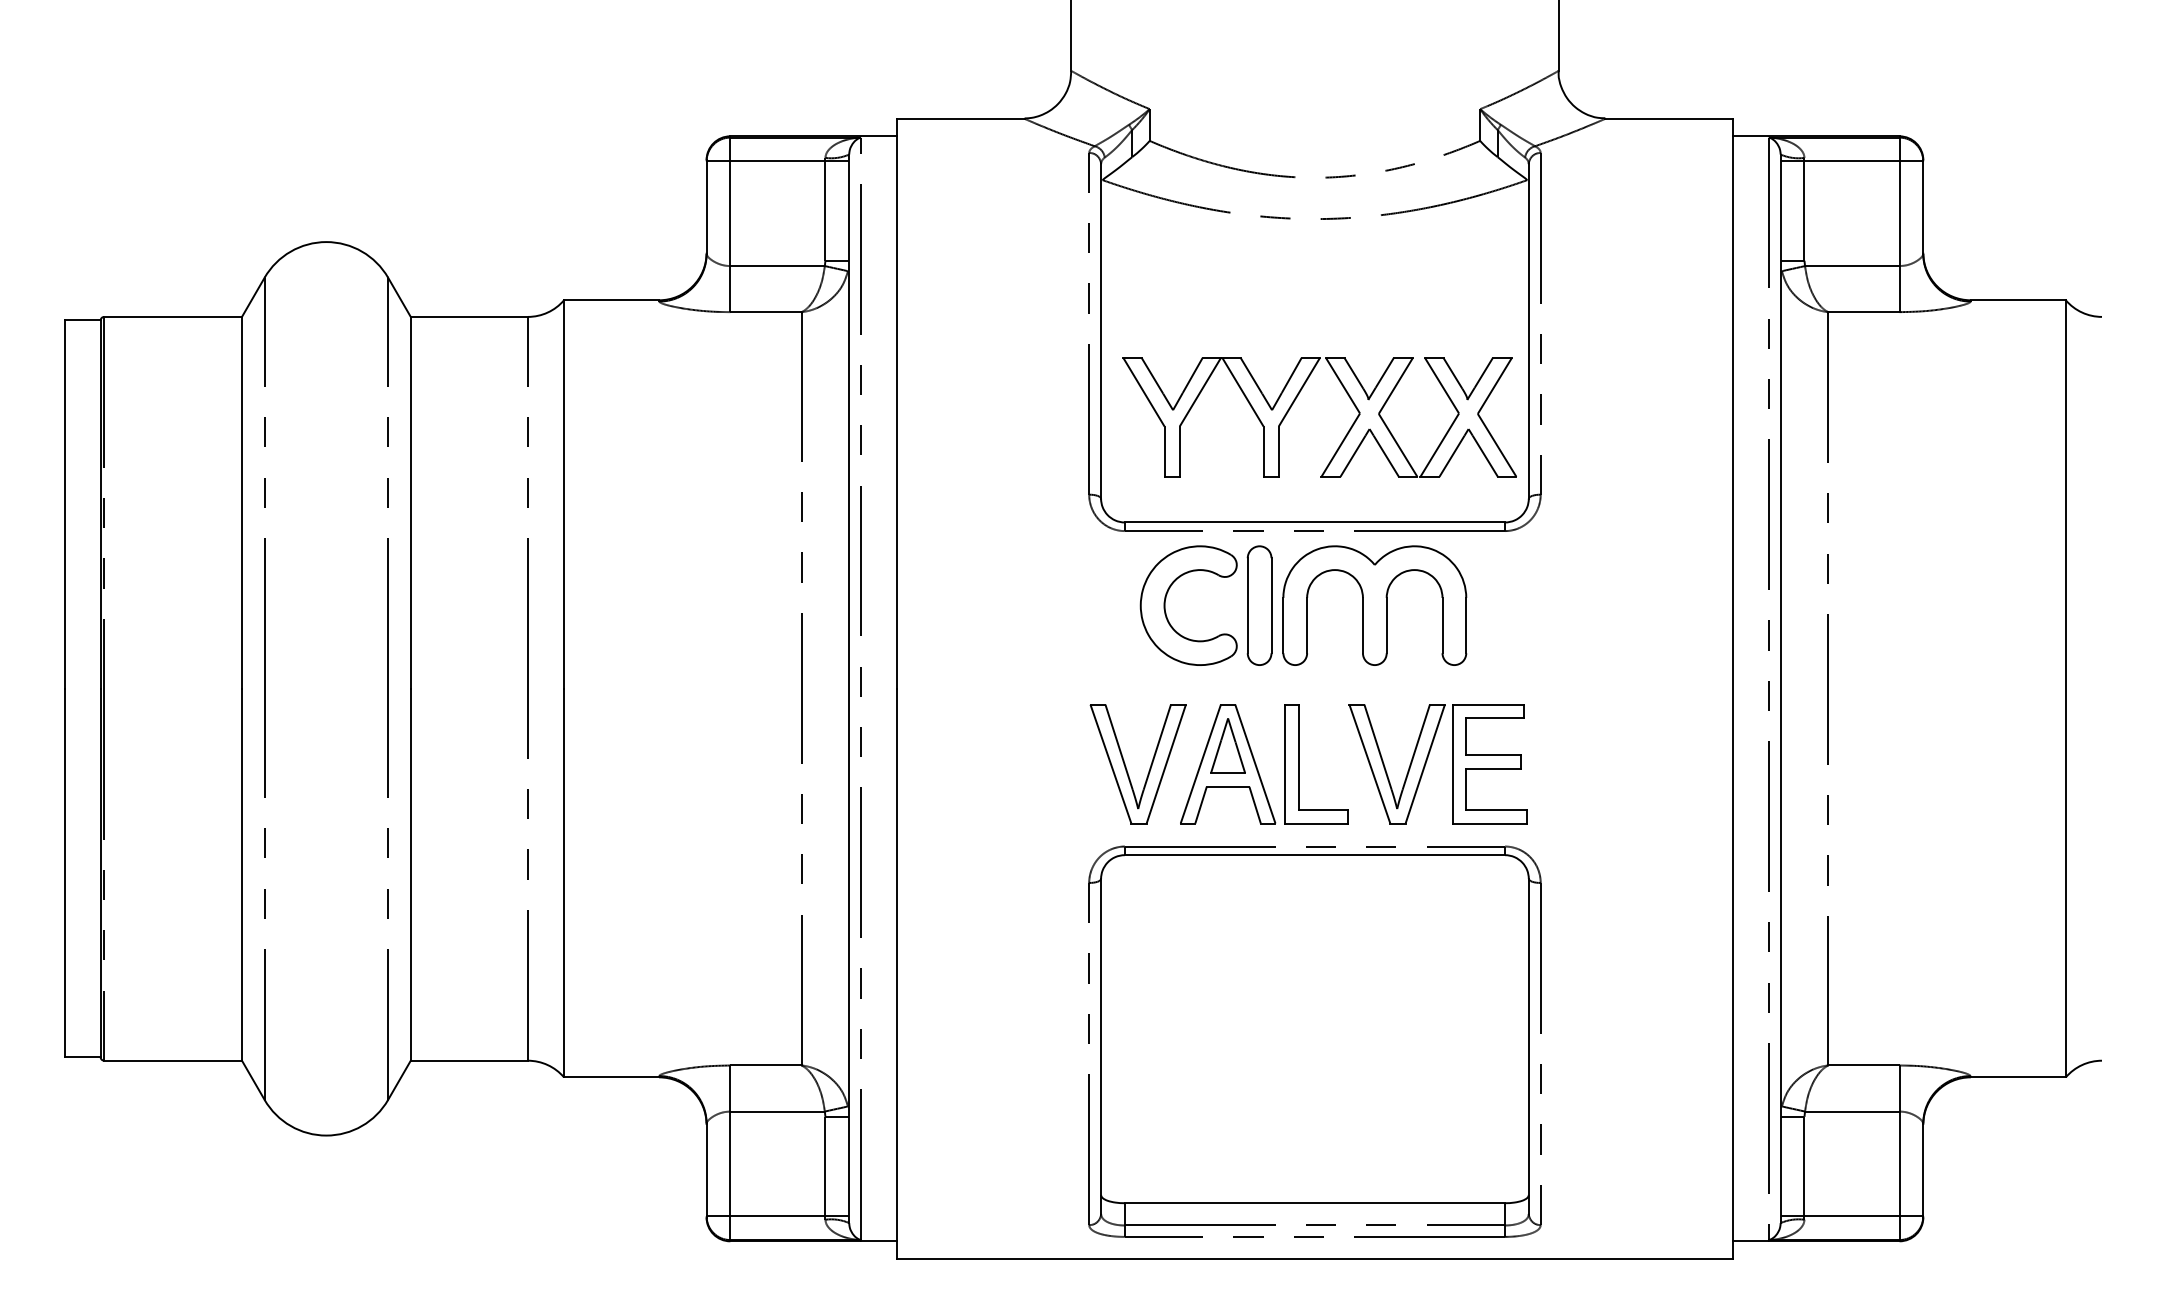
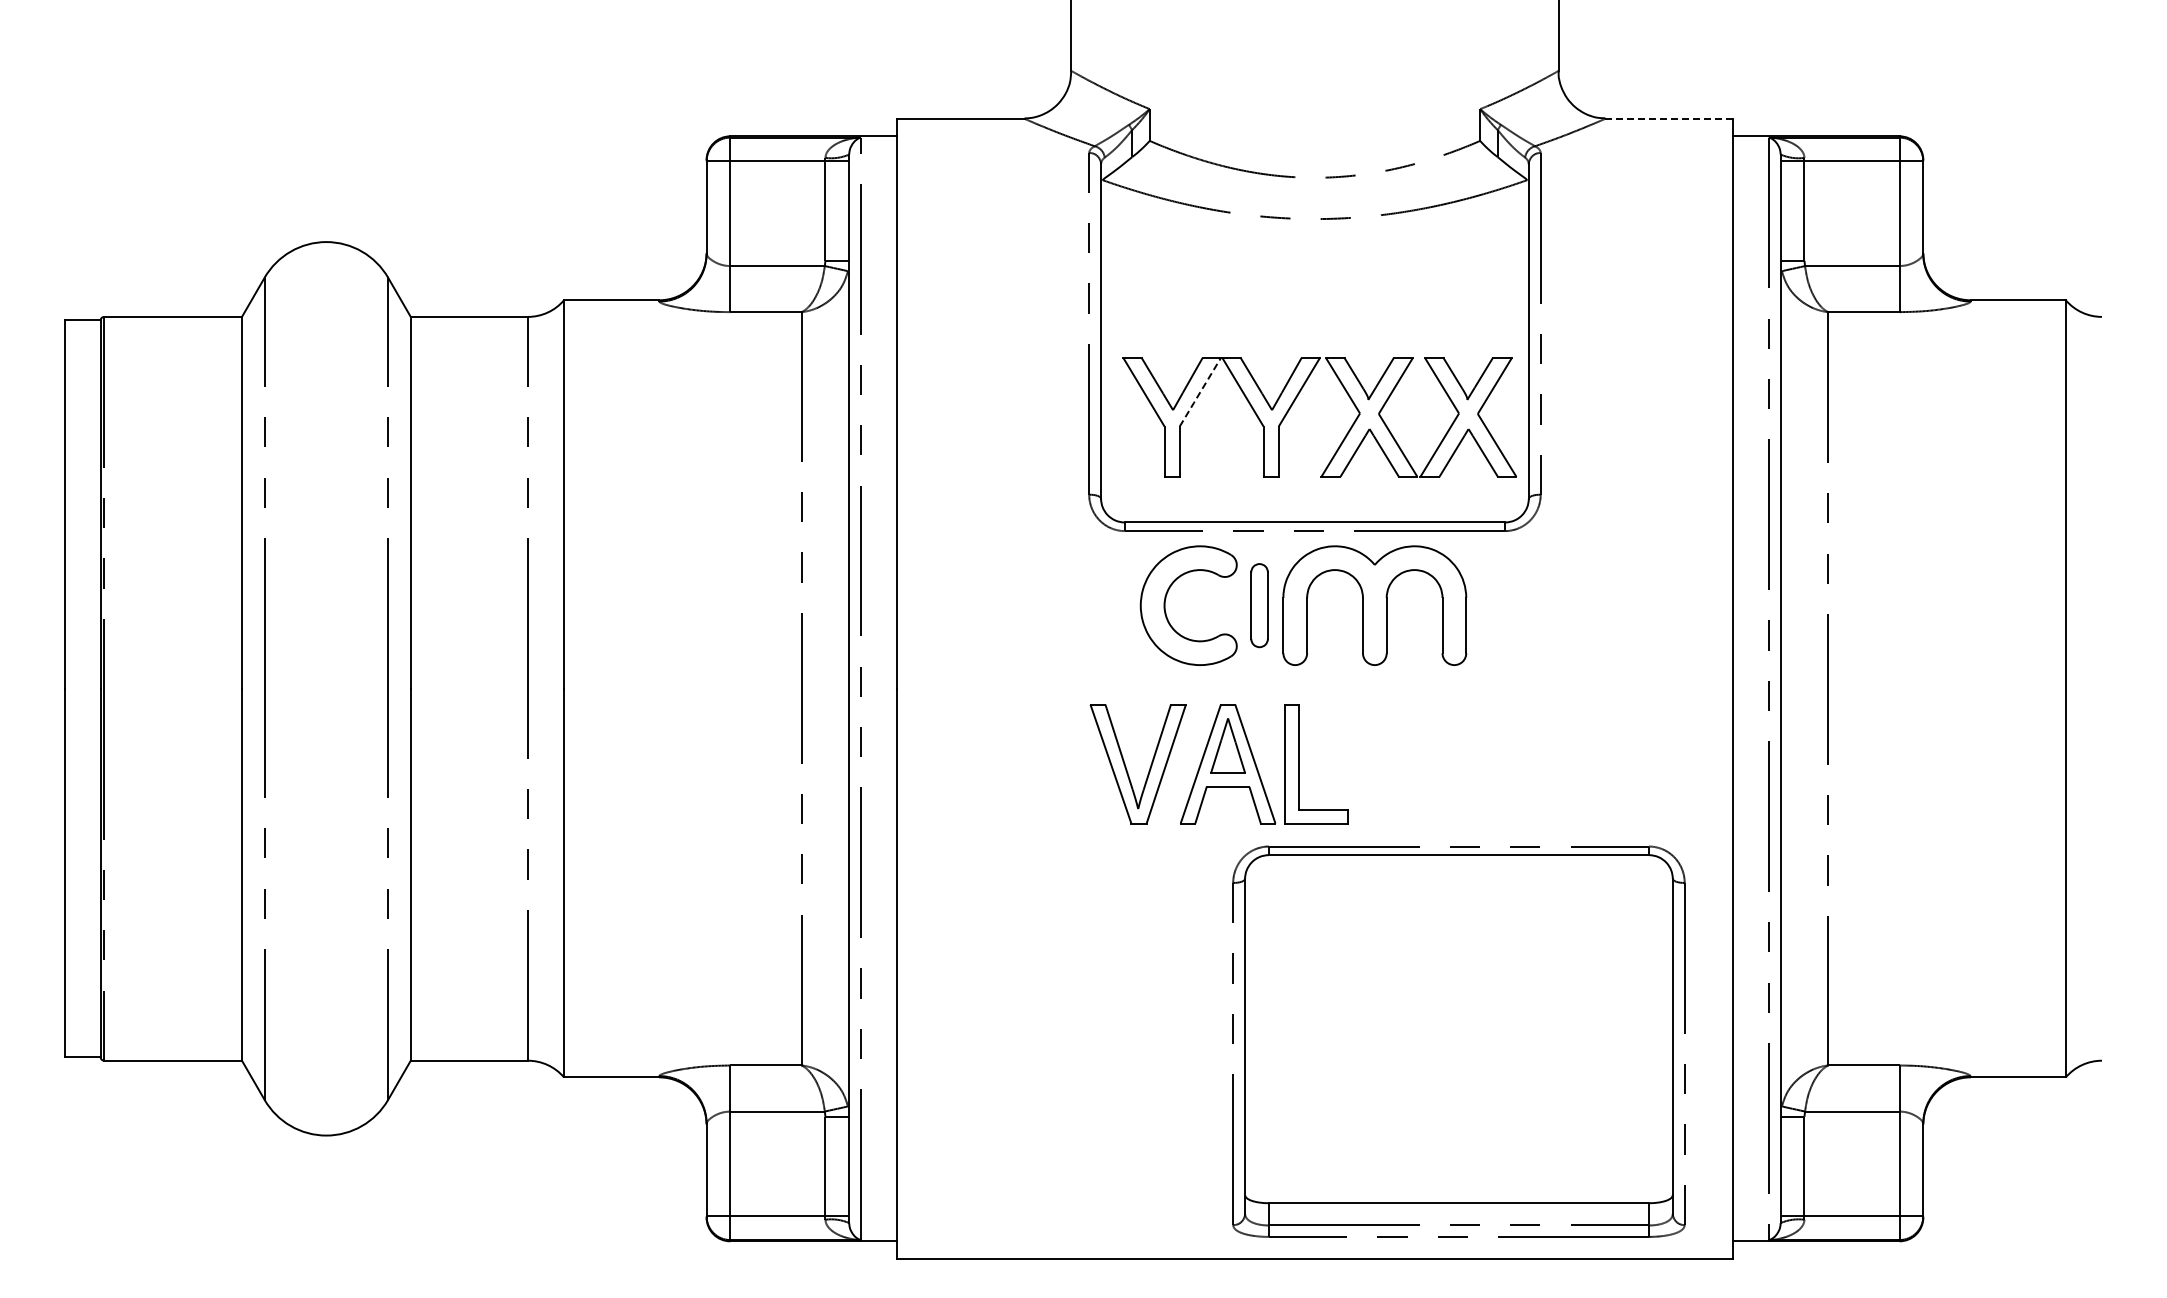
line at (1668, 118): solid -> dashed
line at (1200, 391): solid -> dashed
part at (1259, 605) size: 27x121 px -> 19x86 px
part at (1427, 761): present -> none
part at (1314, 1041) position: (1314, 1041) -> (1458, 1041)
